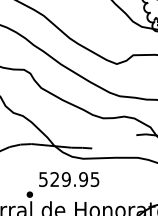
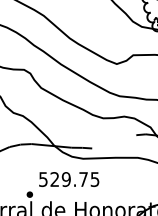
text at (83, 179): 529.95 -> 529.75
